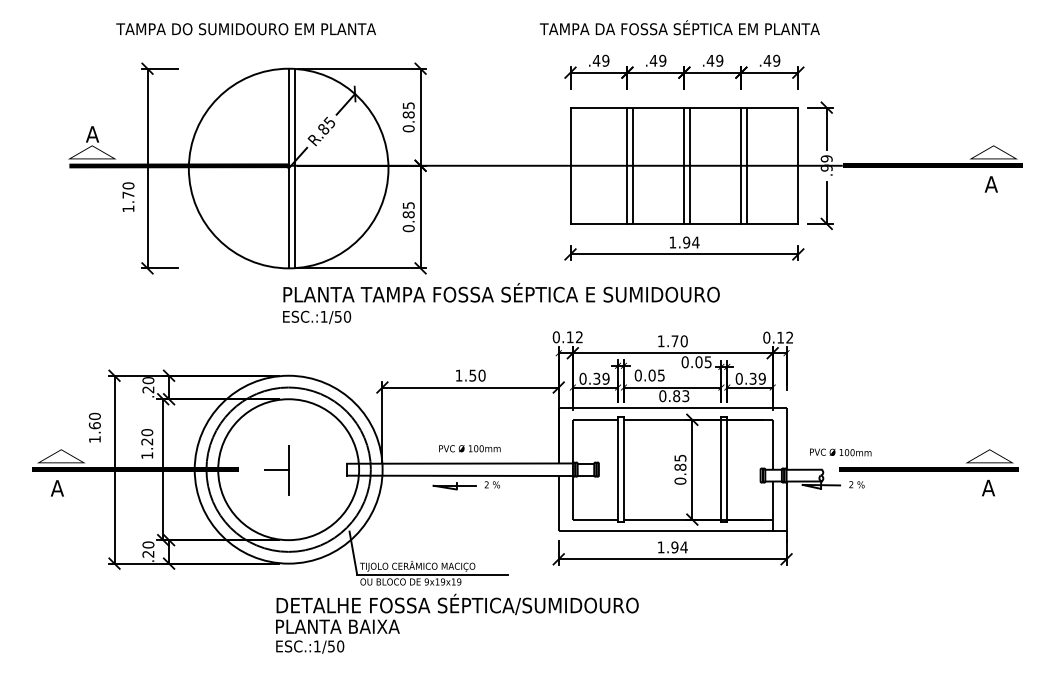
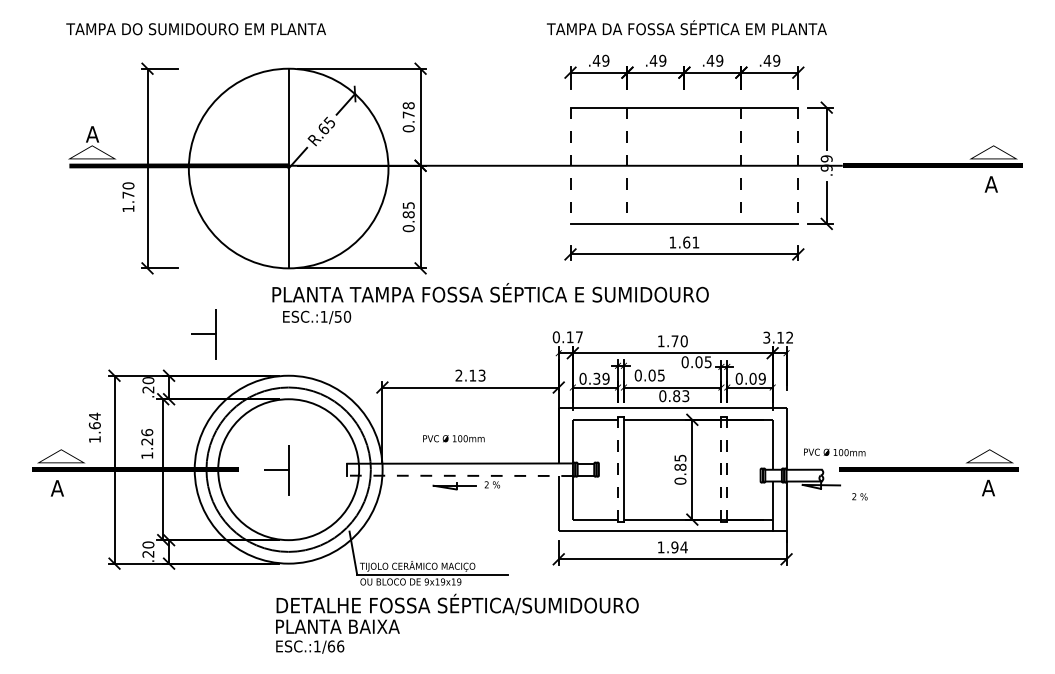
text at (679, 27) position: (679, 27) -> (686, 27)
text at (245, 29) position: (245, 29) -> (195, 29)
text at (408, 110): 0.85 -> 0.78
text at (322, 128): R.85 -> R.65
line at (633, 165): present -> none
line at (684, 165): present -> none
line at (690, 165): present -> none
line at (747, 165): present -> none
line at (570, 166): solid -> dashed
line at (627, 166): solid -> dashed
line at (741, 166): solid -> dashed
line at (798, 166): solid -> dashed
line at (294, 168): present -> none
text at (691, 242): 1.94 -> 1.61
text at (501, 292) position: (501, 292) -> (490, 292)
part at (203, 334): none -> present
text at (579, 337): 0.12 -> 0.17
text at (766, 337): 0.12 -> 3.12
text at (470, 375): 1.50 -> 2.13
text at (752, 378): 0.39 -> 0.09
text at (94, 416): 1.60 -> 1.64
text at (146, 432): 1.20 -> 1.26
text at (469, 448) position: (469, 448) -> (453, 438)
text at (840, 452) position: (840, 452) -> (834, 452)
line at (618, 469): solid -> dashed
line at (721, 469): solid -> dashed
line at (727, 469): solid -> dashed
line at (460, 475): solid -> dashed
text at (856, 484) position: (856, 484) -> (859, 496)
text at (335, 646): ESC.:1/50 -> ESC.:1/66
